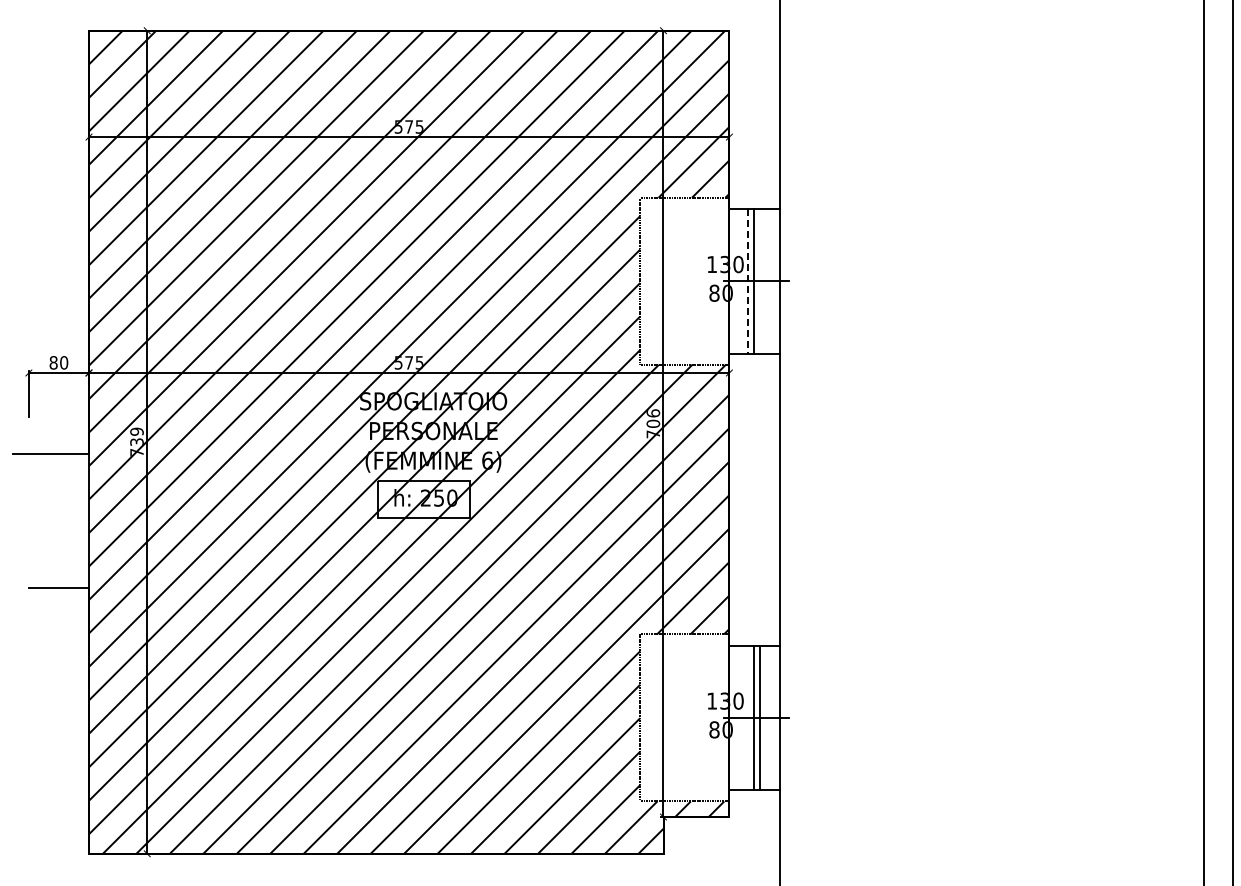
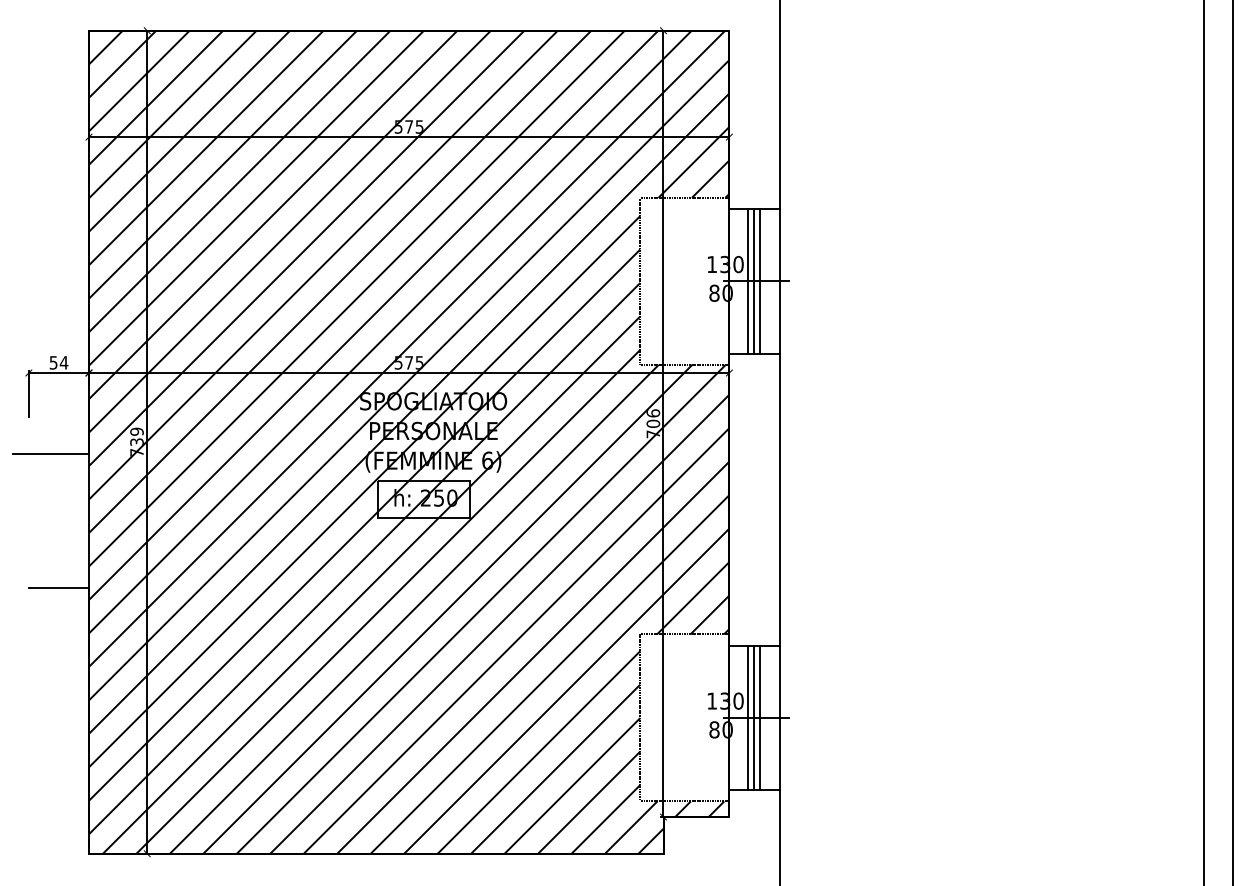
line at (759, 280): none -> present
line at (748, 281): dashed -> solid
text at (58, 362): 80 -> 54
line at (748, 717): none -> present
